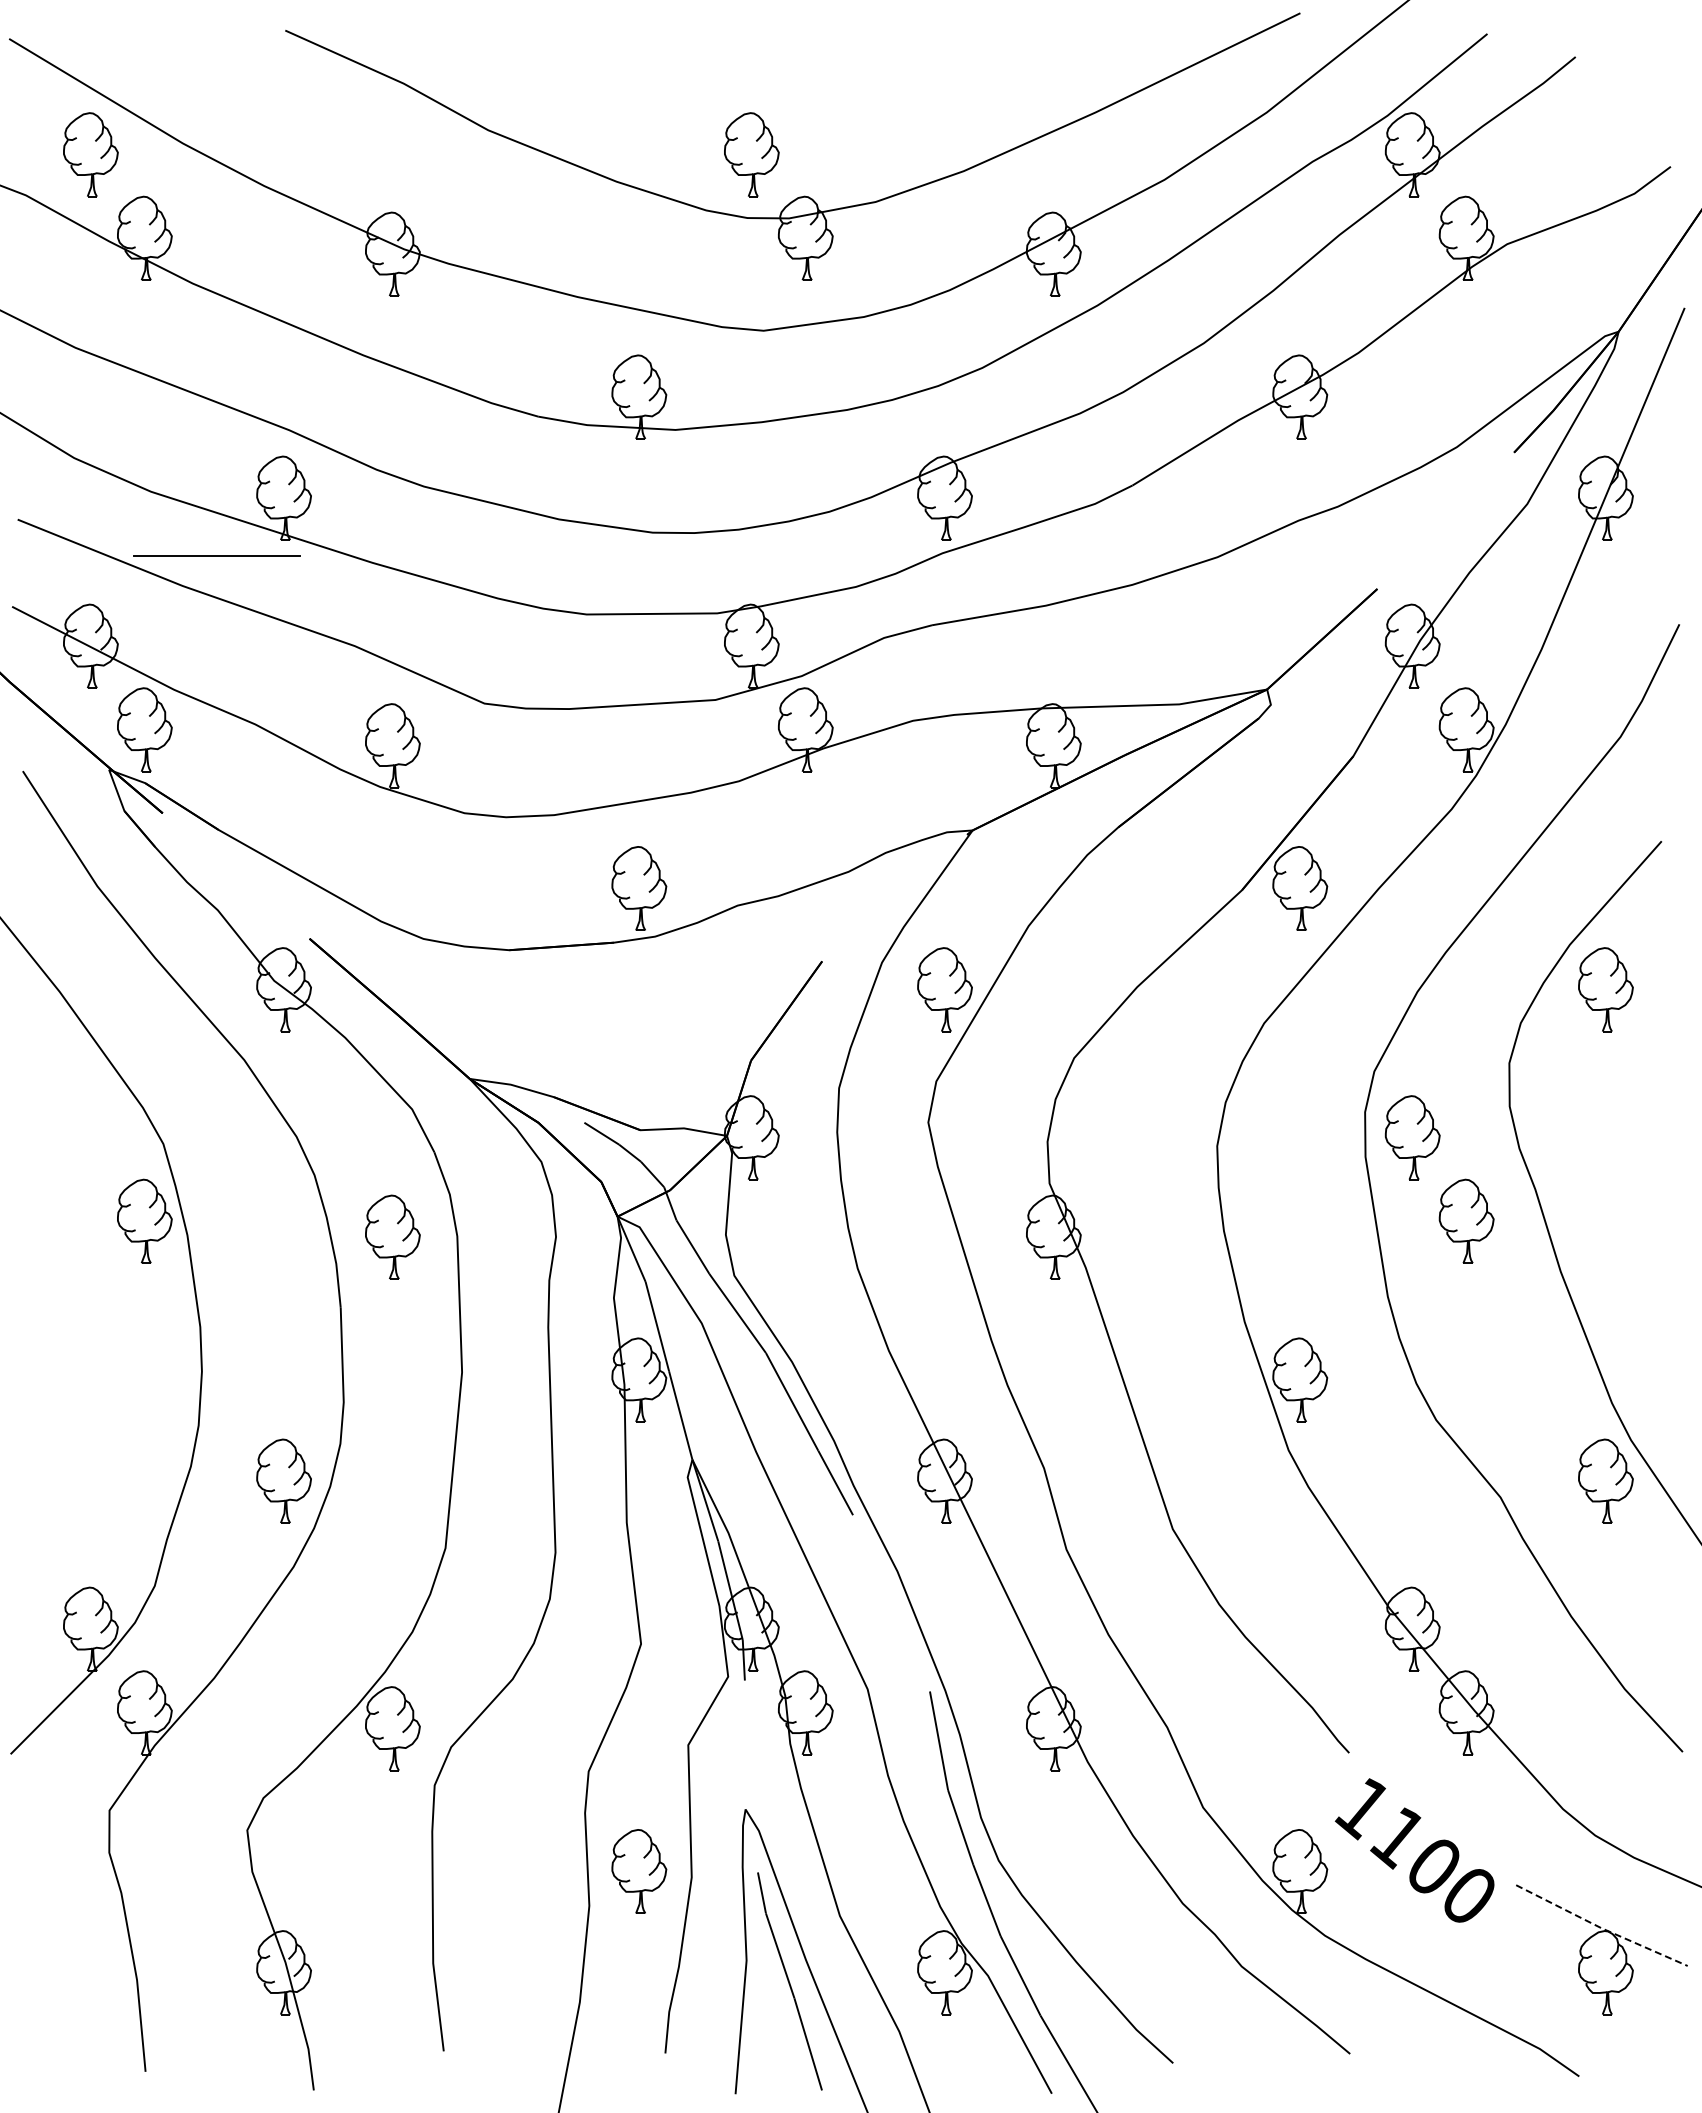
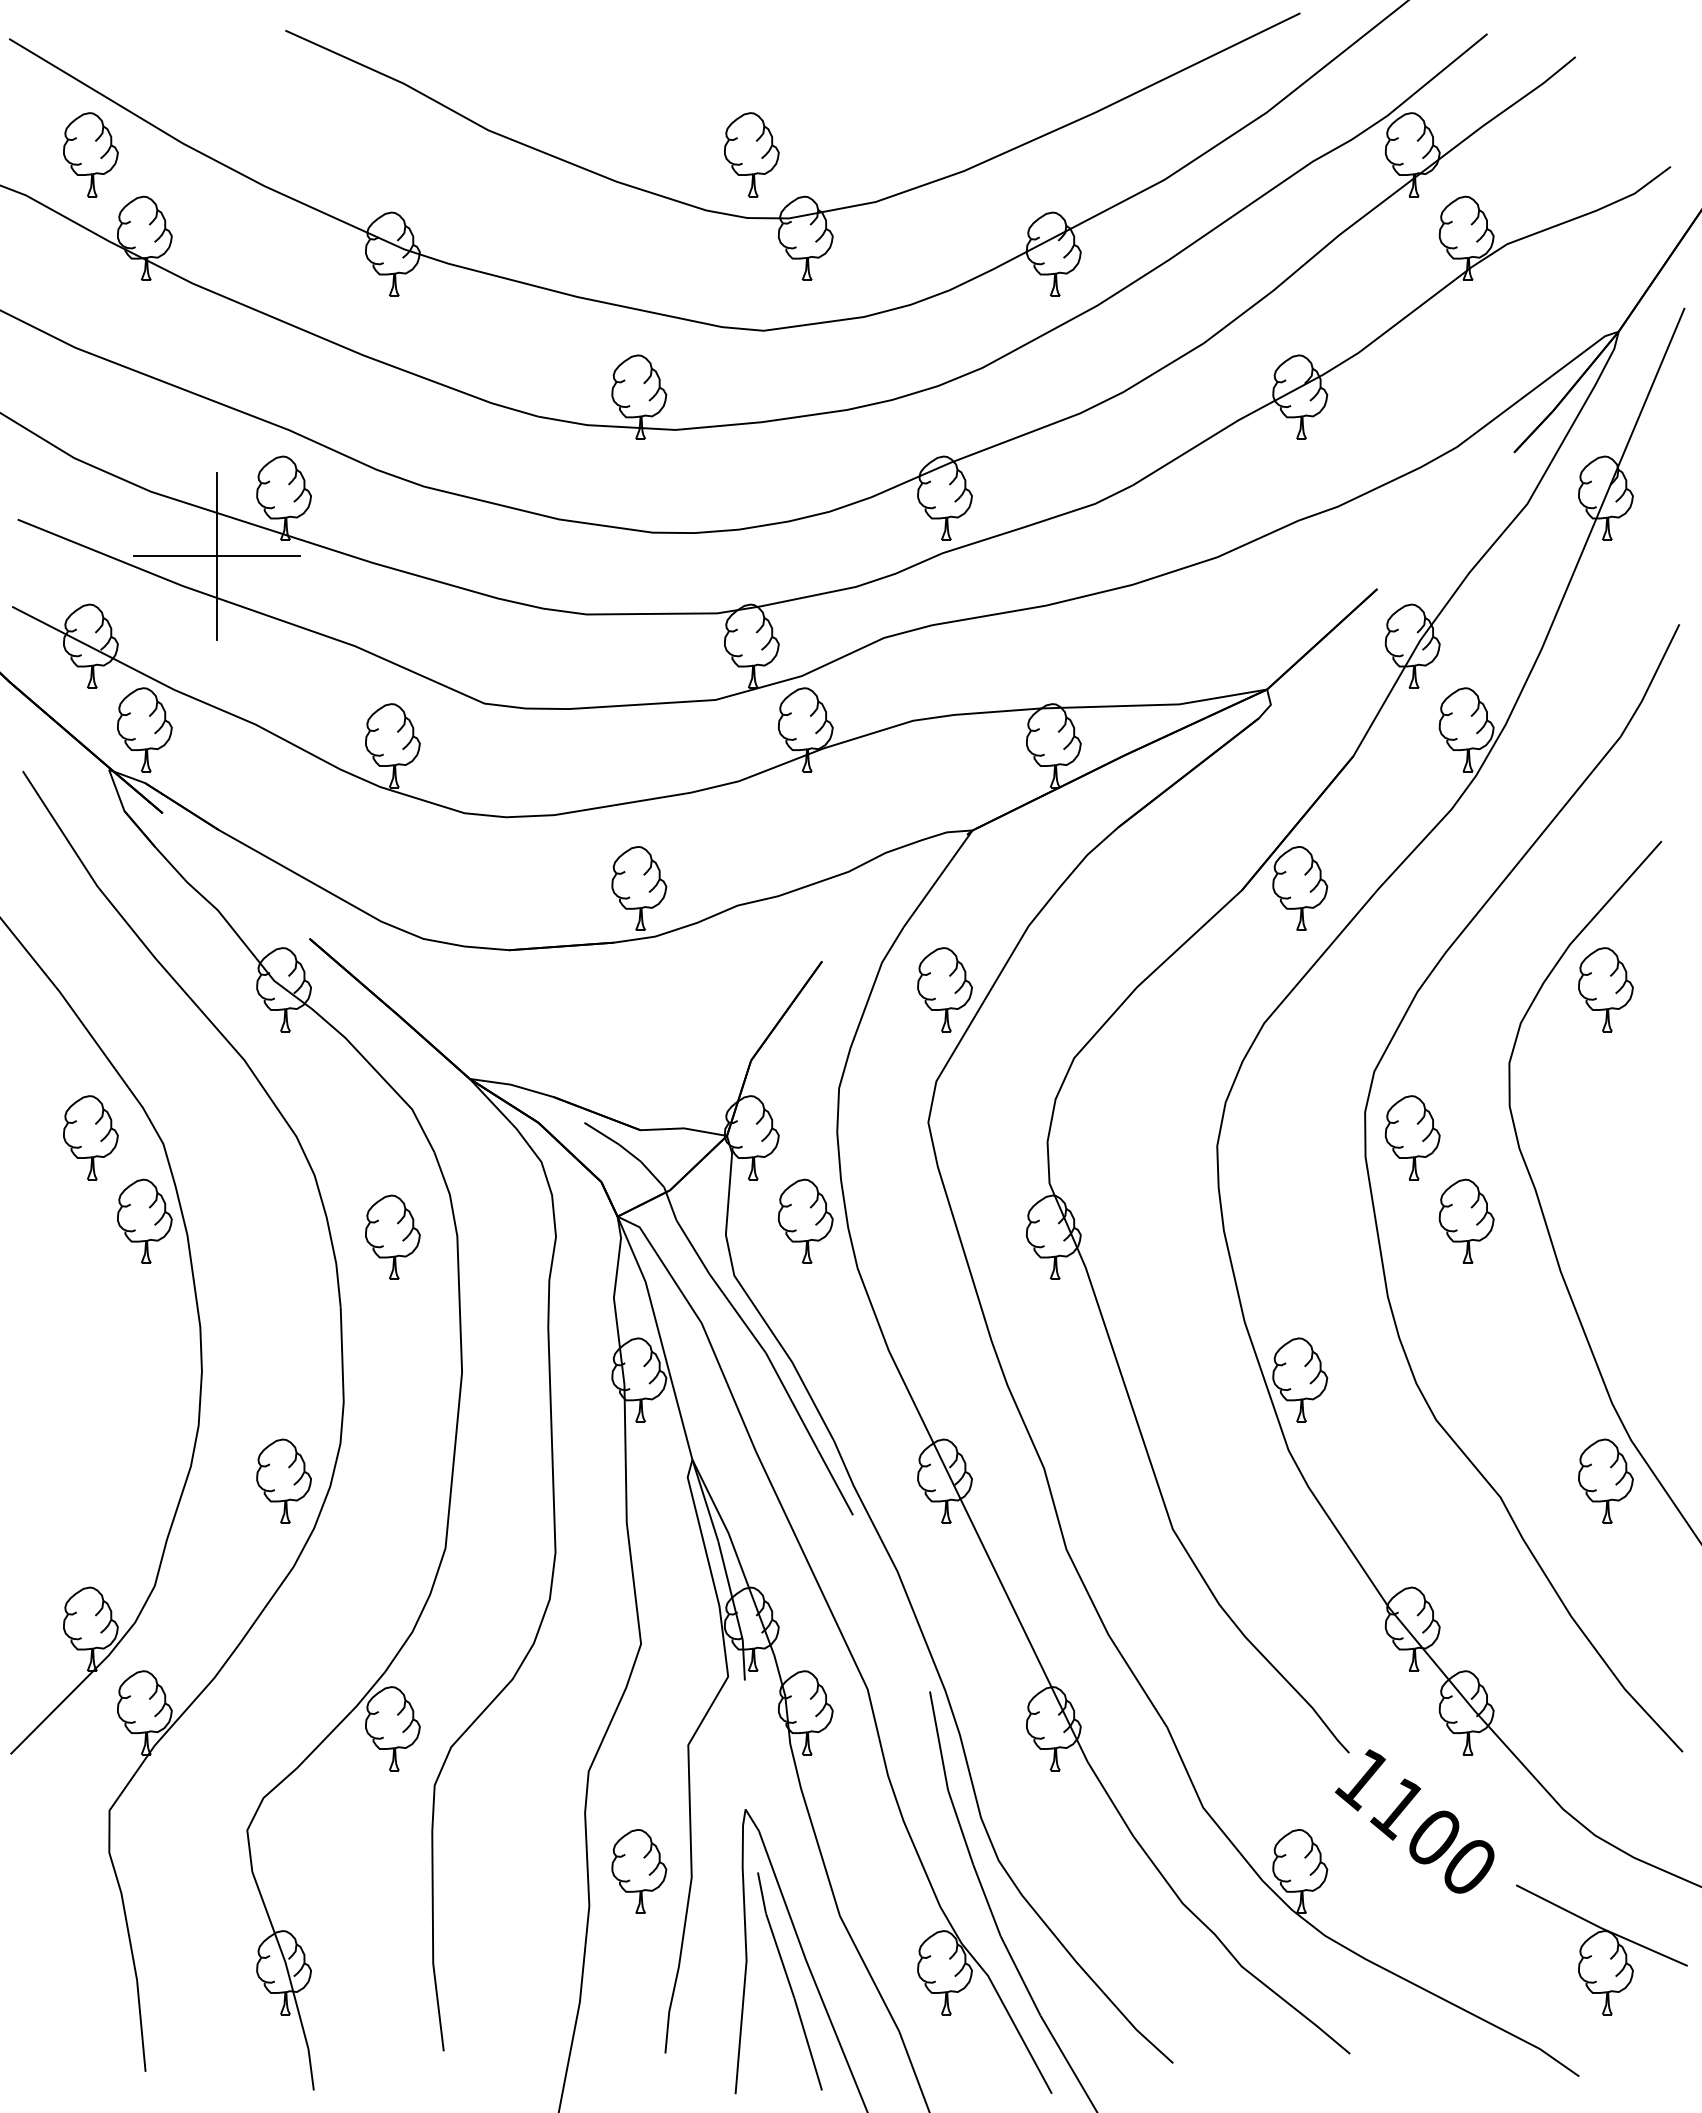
line at (217, 556): none -> present
part at (90, 1137): none -> present
part at (805, 1220): none -> present
text at (1414, 1850) position: (1414, 1850) -> (1414, 1821)
line at (1601, 1928): dashed -> solid
